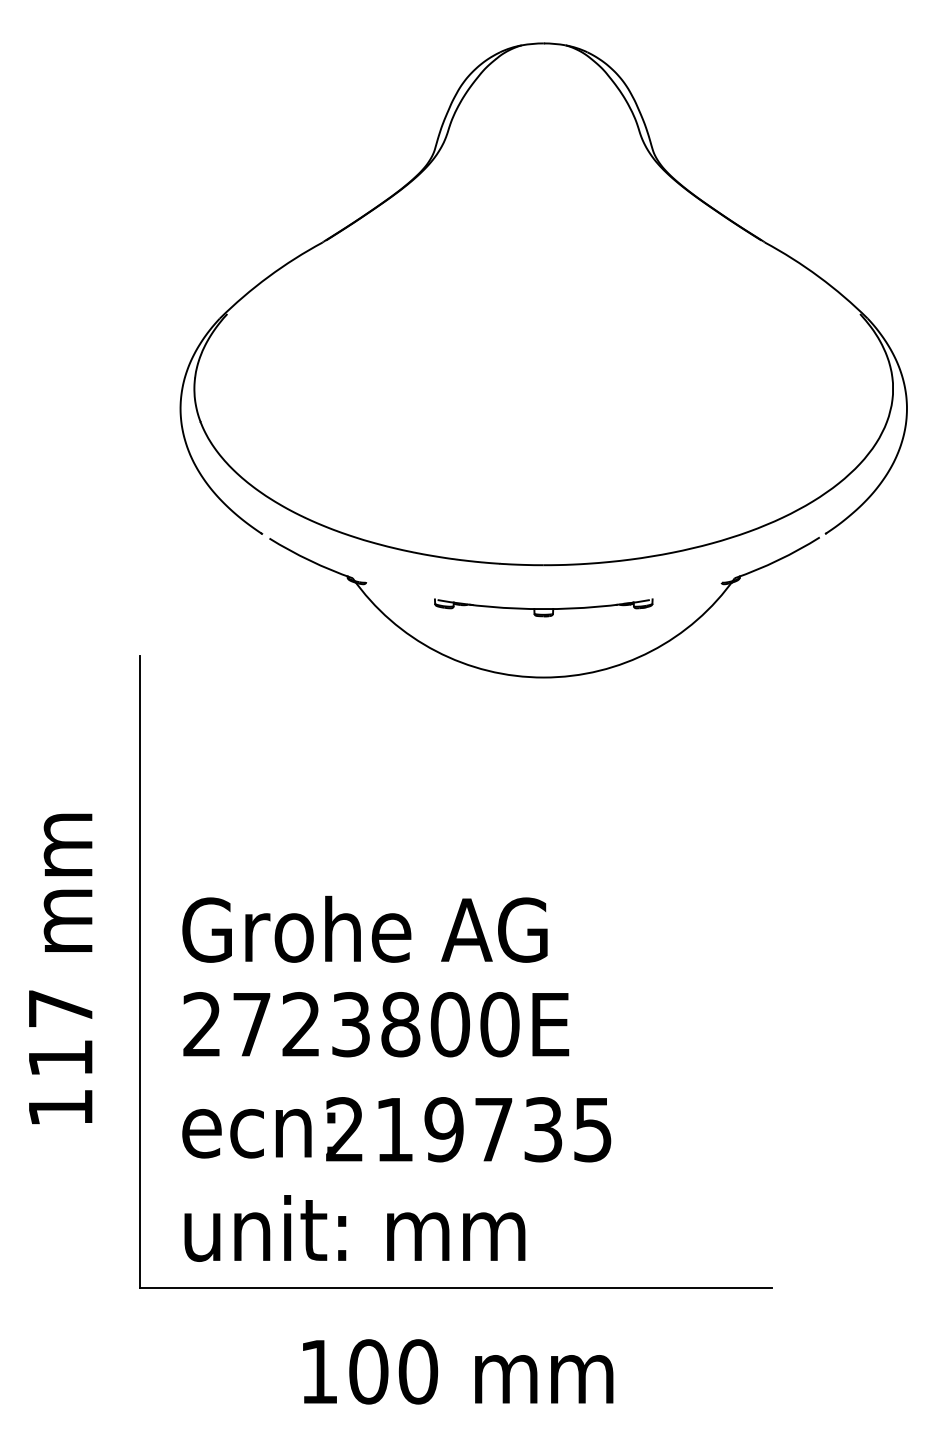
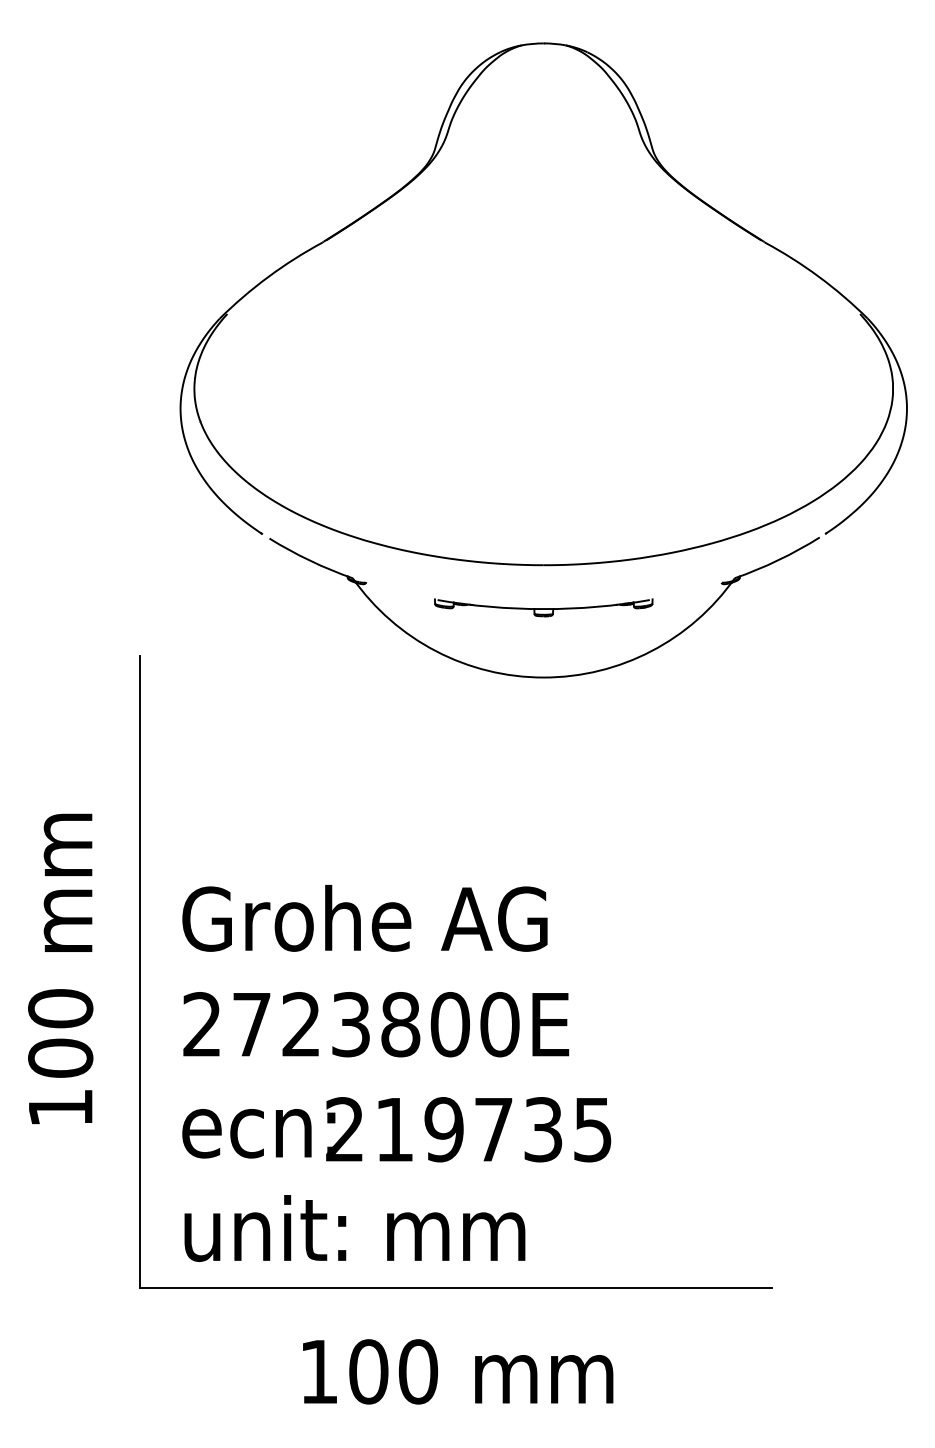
text at (364, 928) position: (364, 928) -> (364, 917)
text at (60, 1033): 117 -> 100
